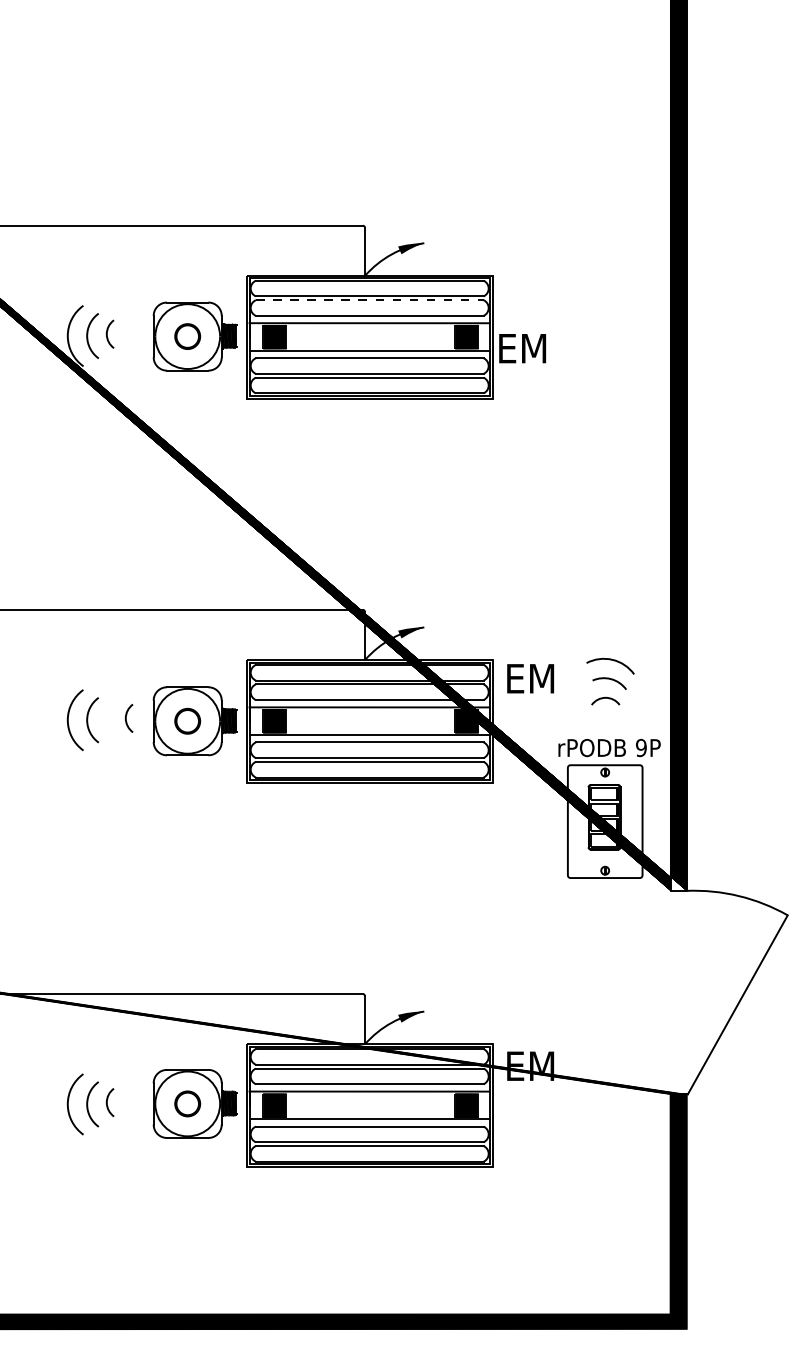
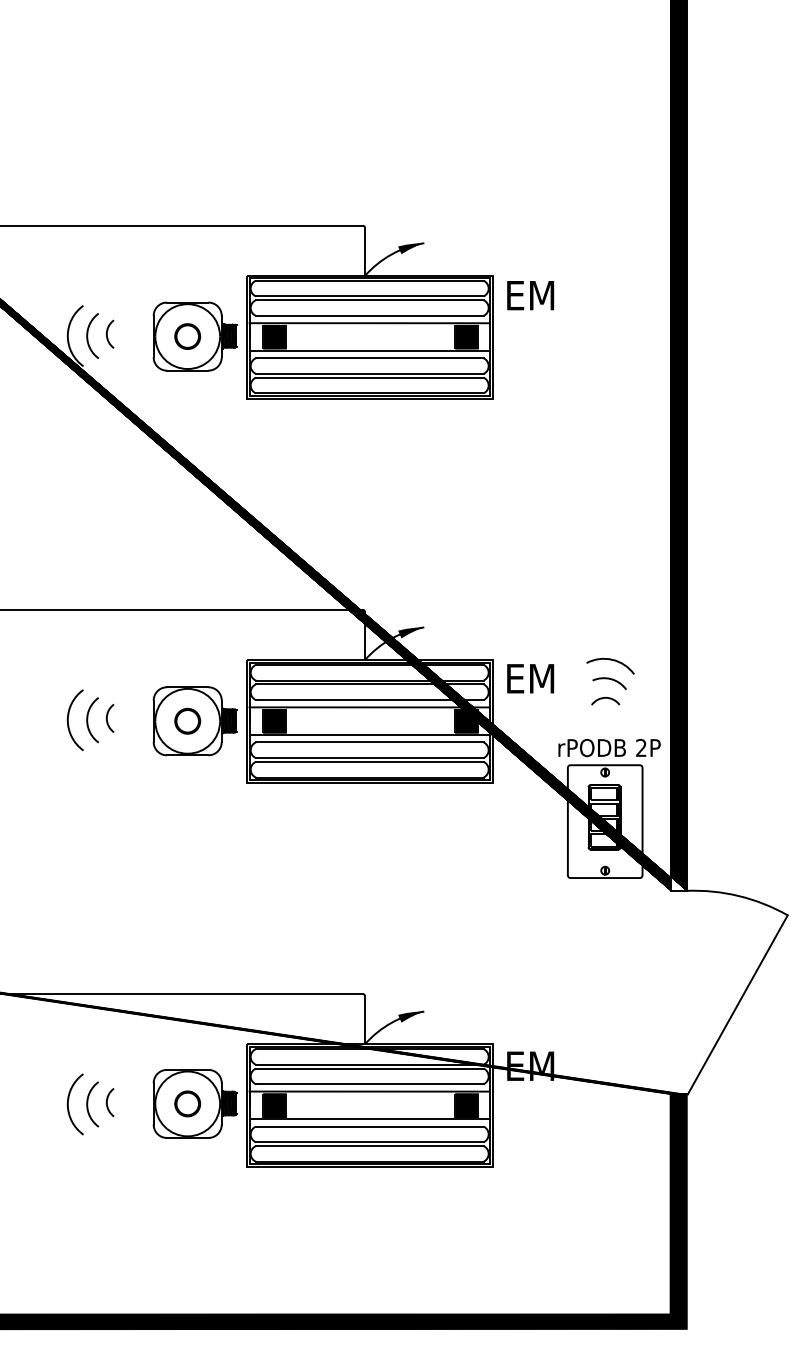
line at (369, 300): dashed -> solid
text at (522, 348) position: (522, 348) -> (530, 295)
arc at (126, 718) position: (126, 718) -> (107, 718)
text at (641, 748): 9P -> 2P
